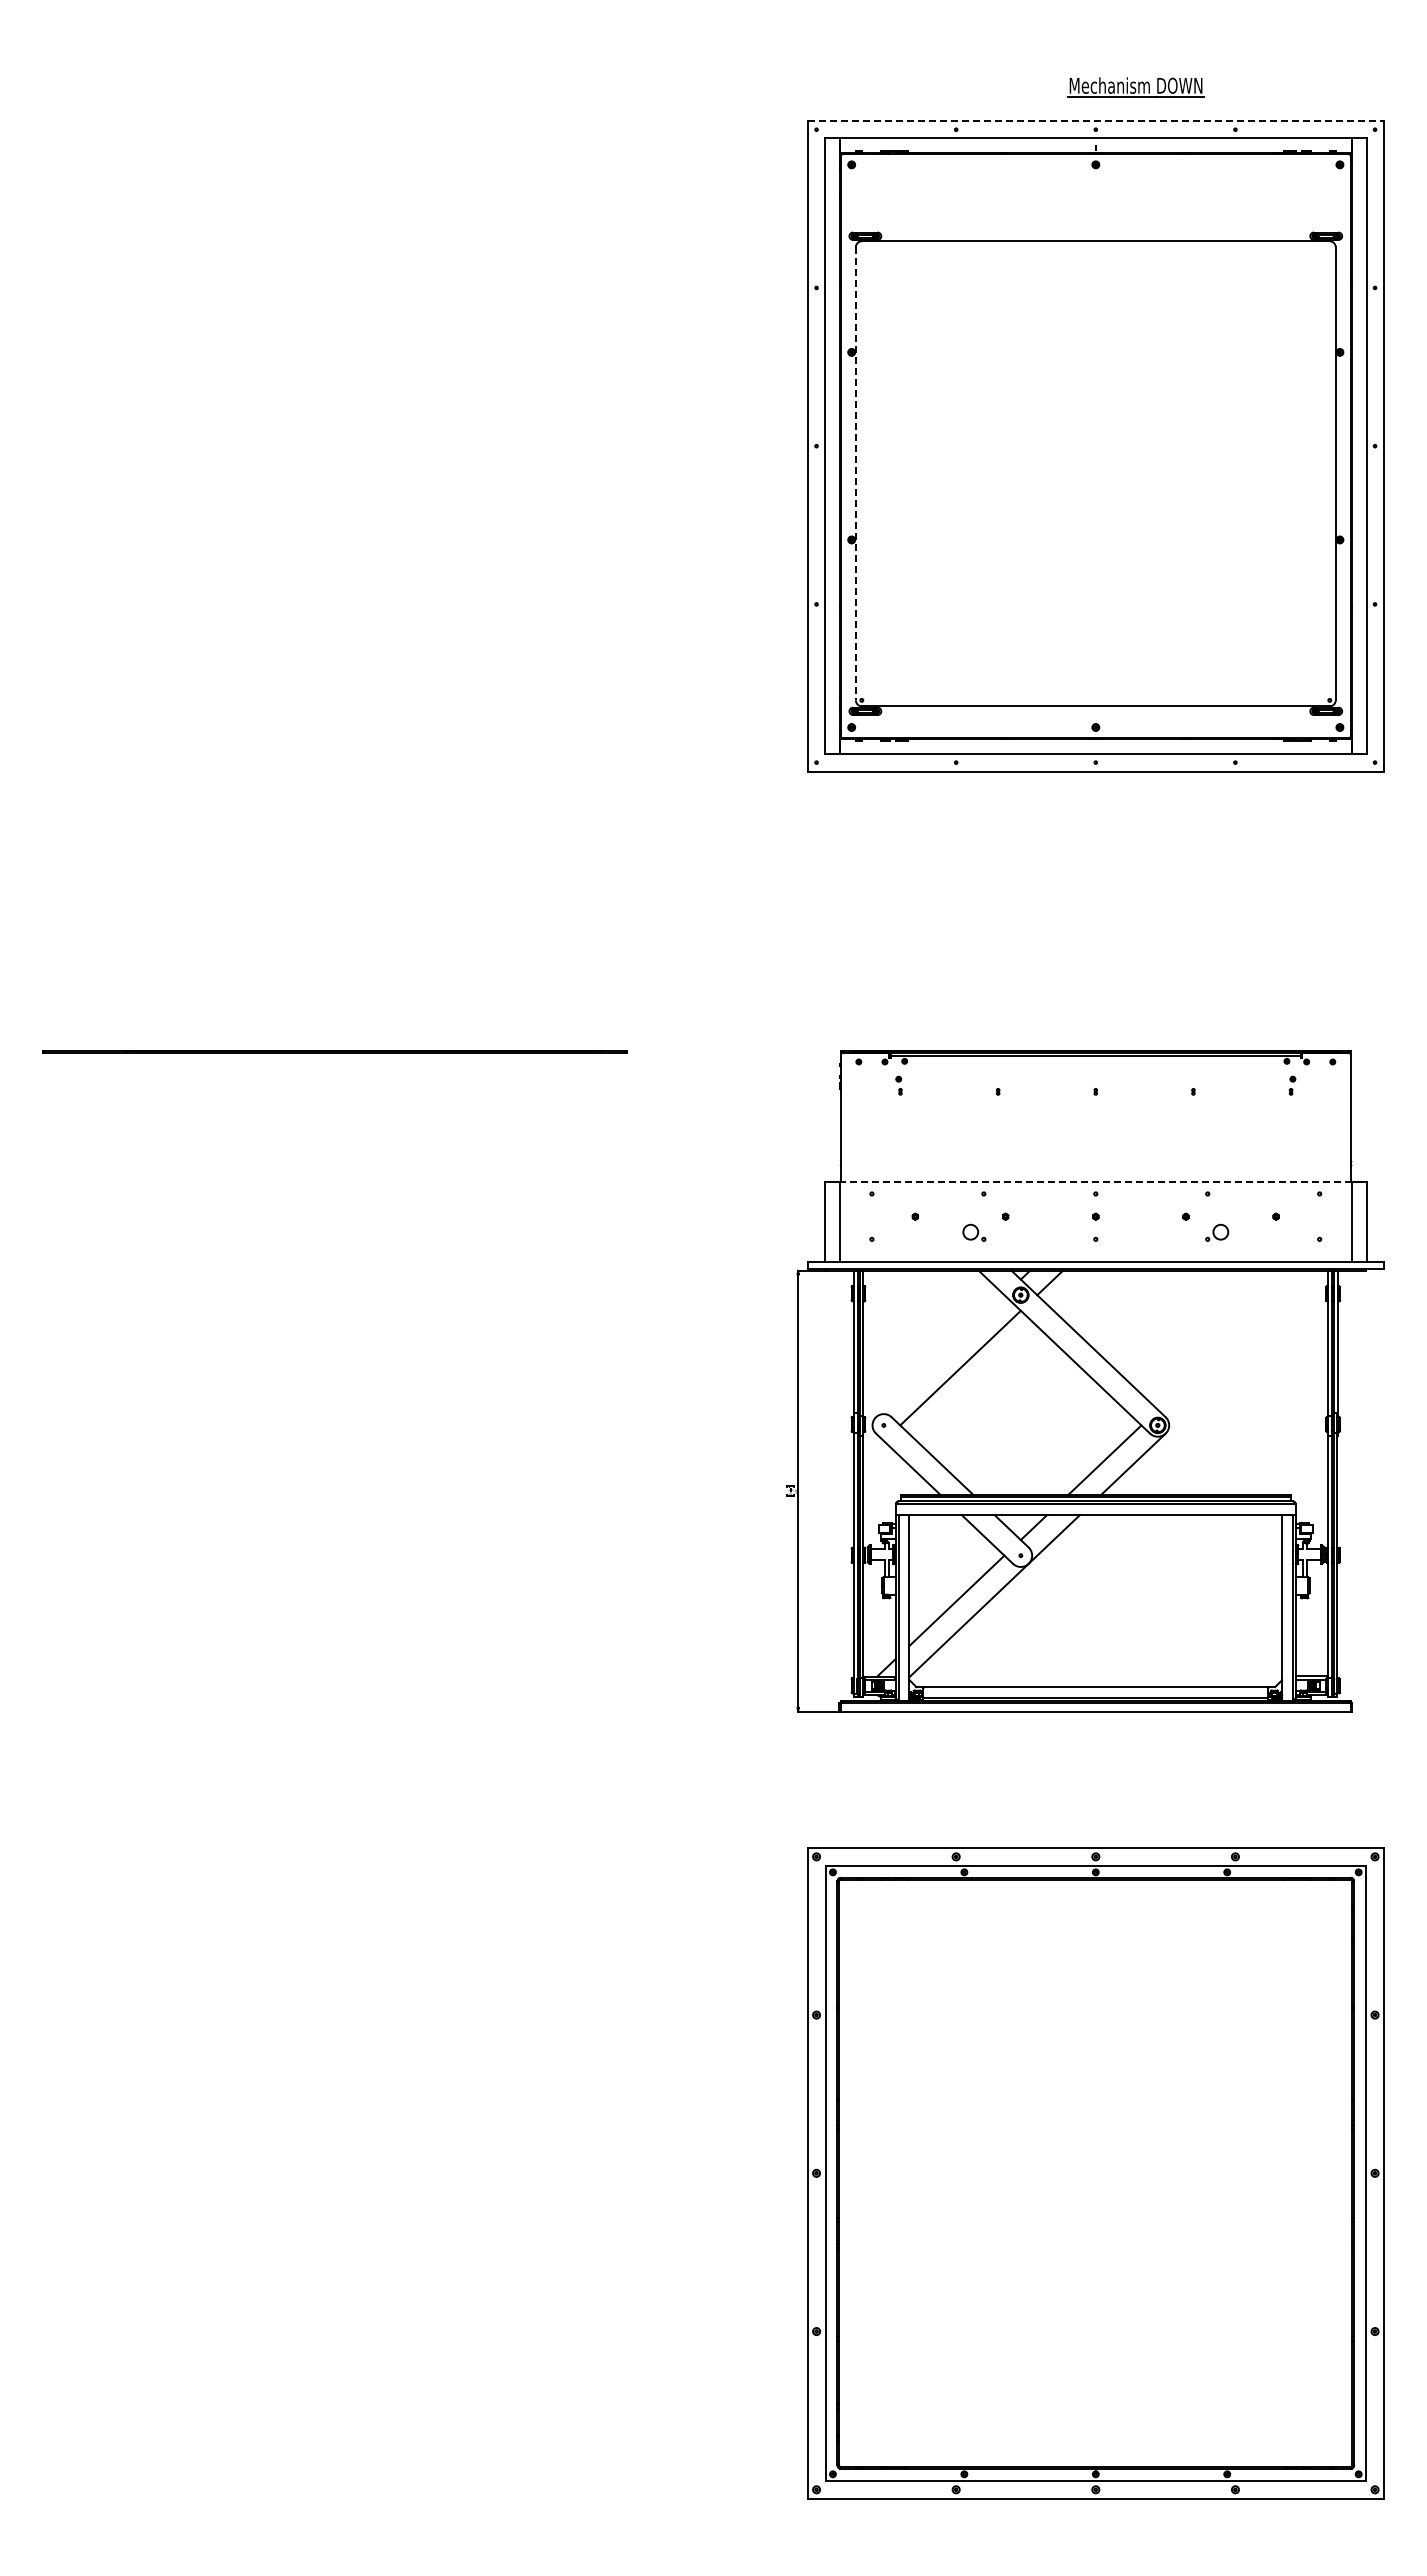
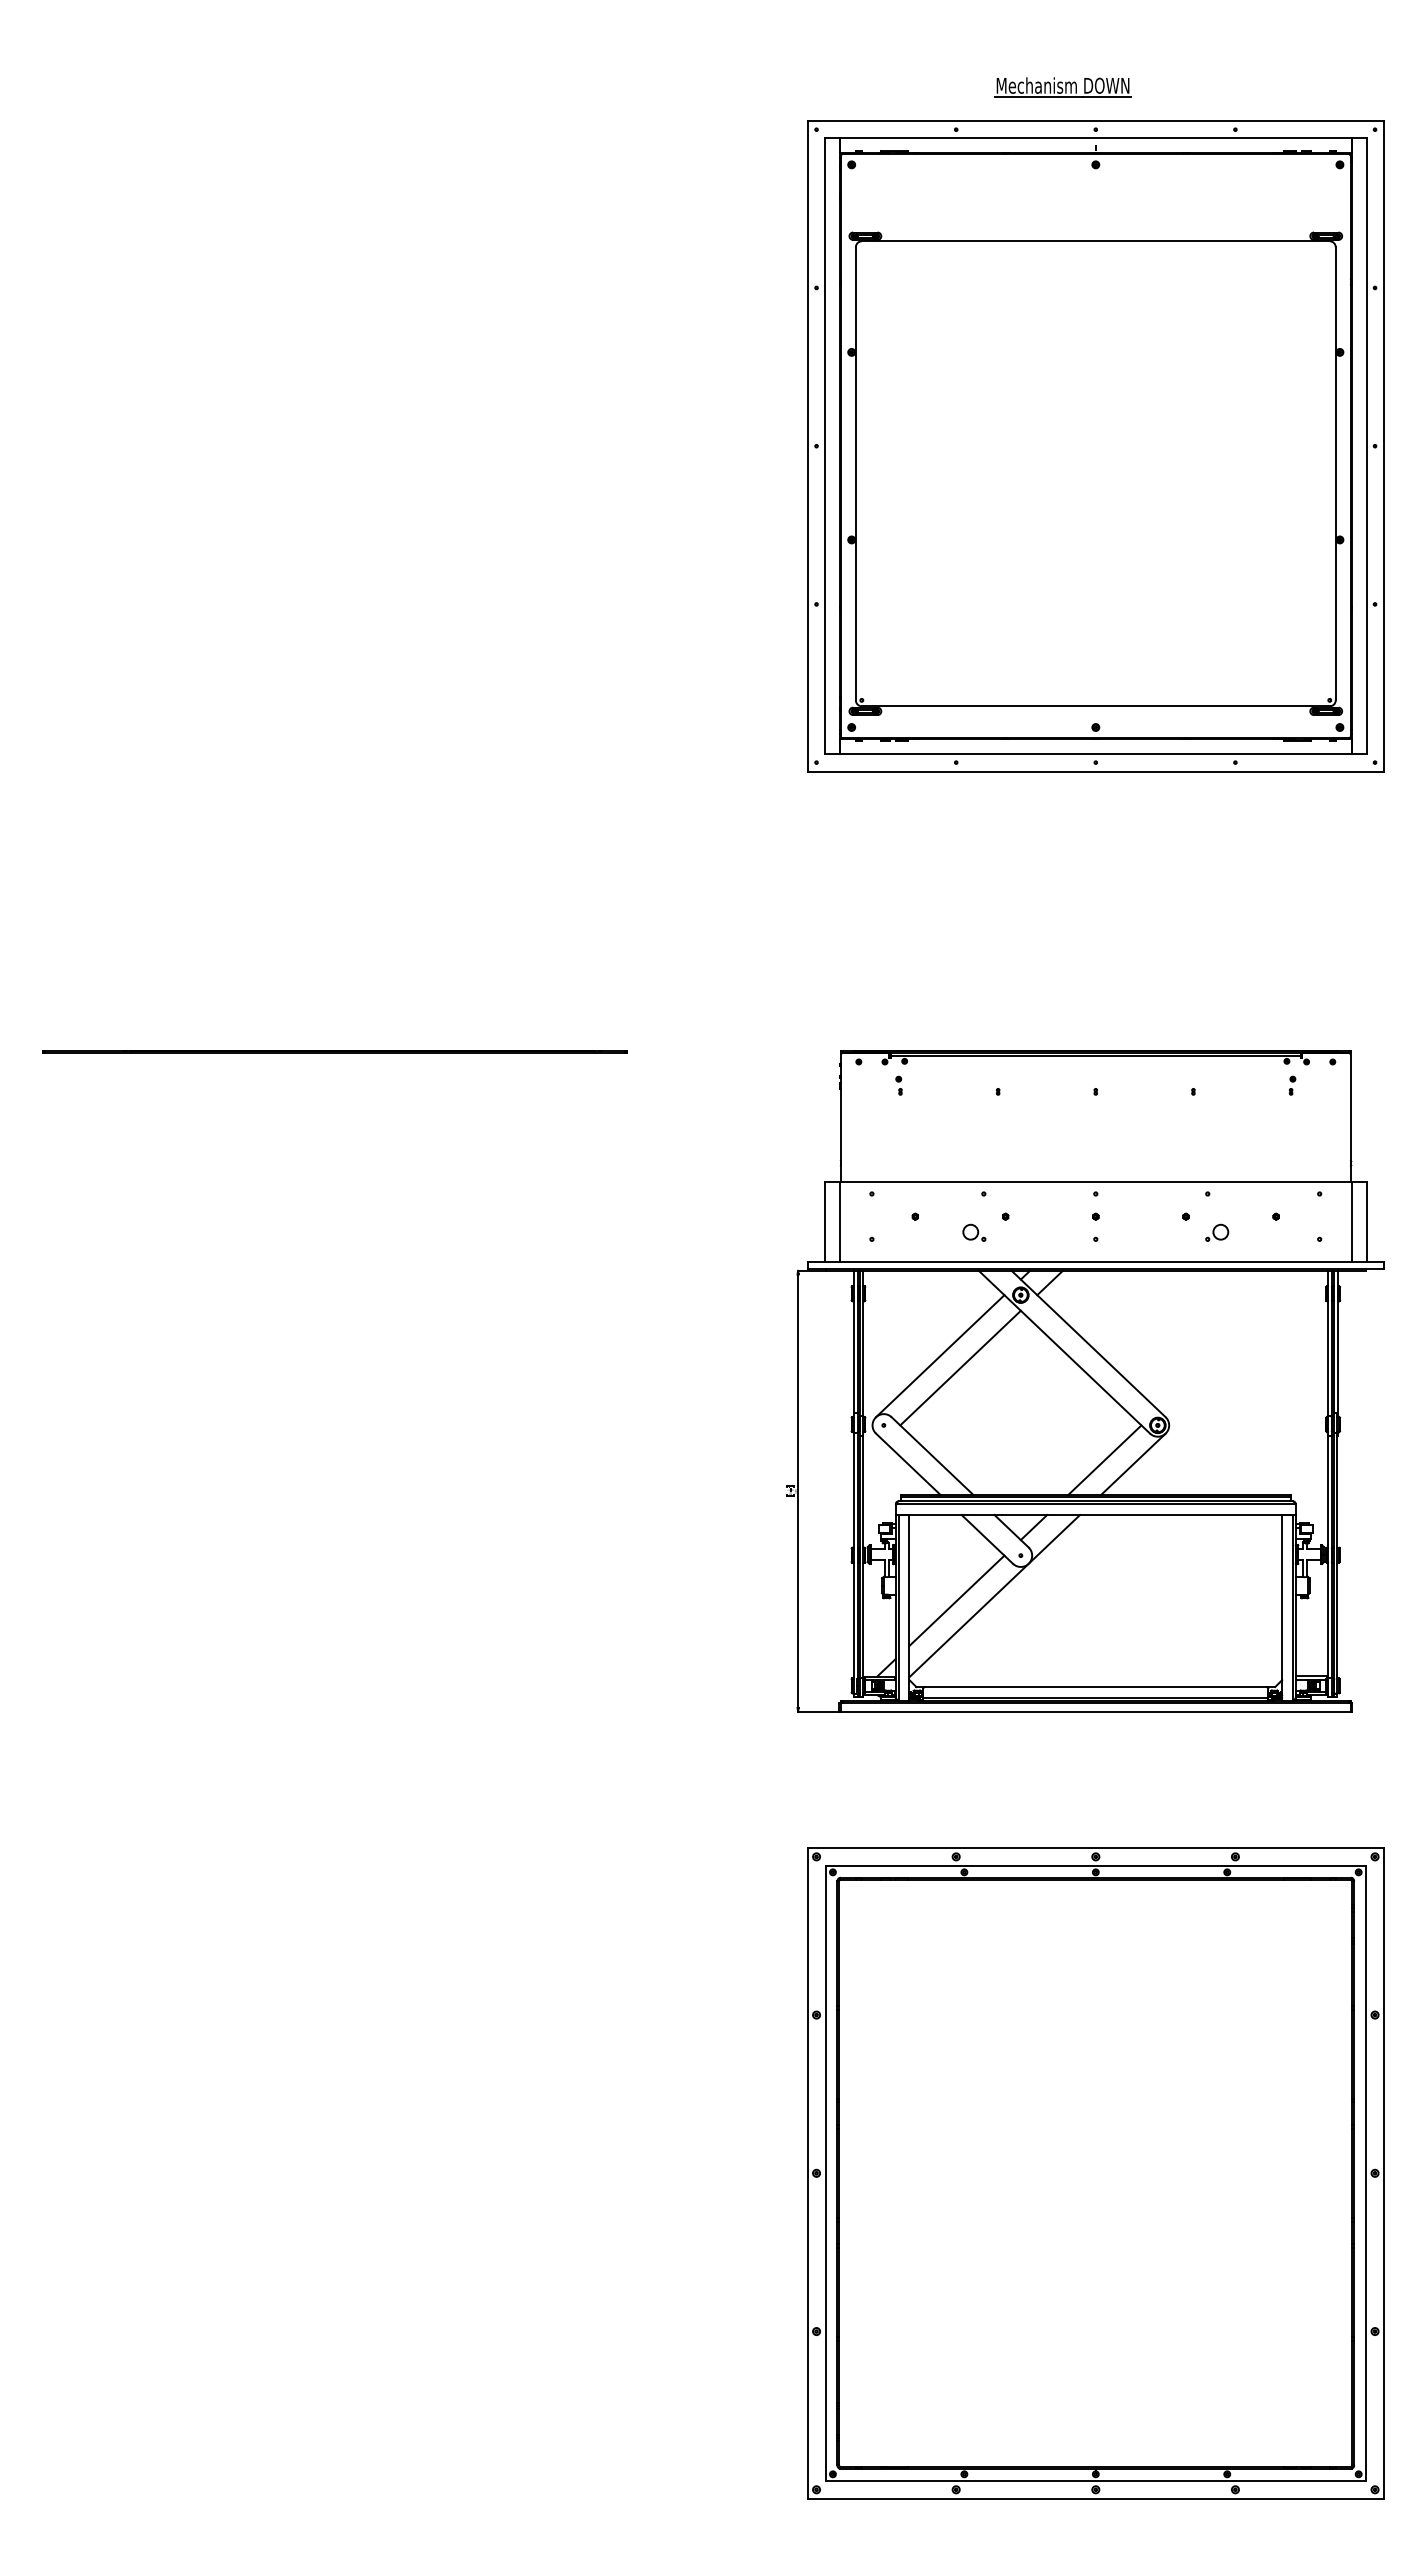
part at (1135, 87) position: (1135, 87) -> (1062, 87)
line at (1096, 120): dashed -> solid
line at (855, 473): dashed -> solid
line at (1095, 1181): dashed -> solid
line at (940, 1356): none -> present
